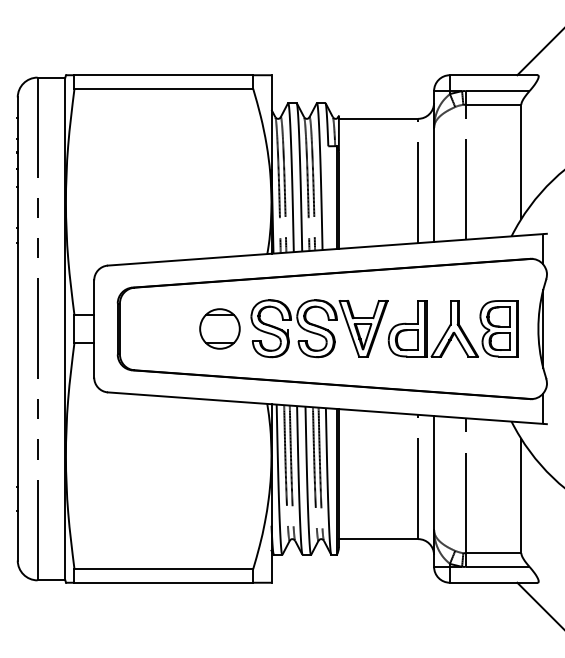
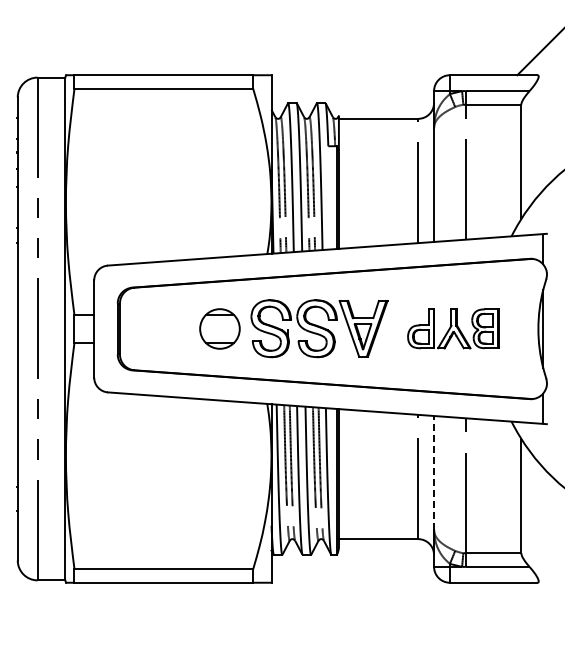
part at (452, 328) size: 132x58 px -> 93x42 px
line at (434, 472): solid -> dashed
line at (539, 604): present -> none
